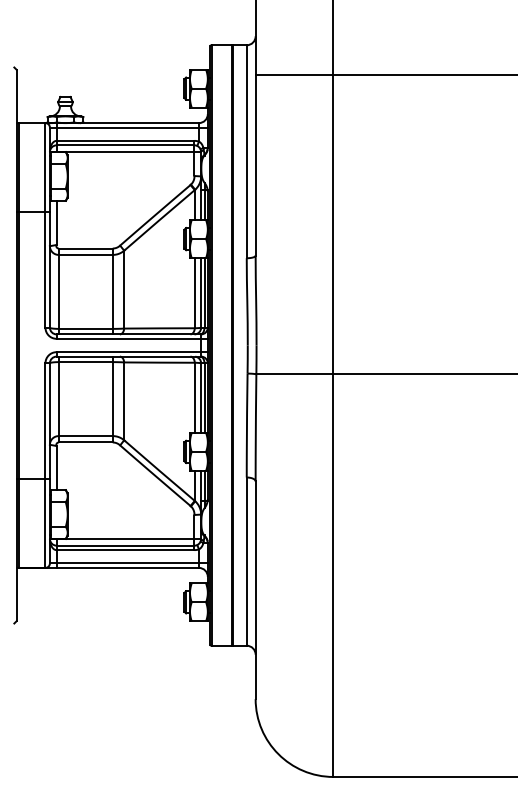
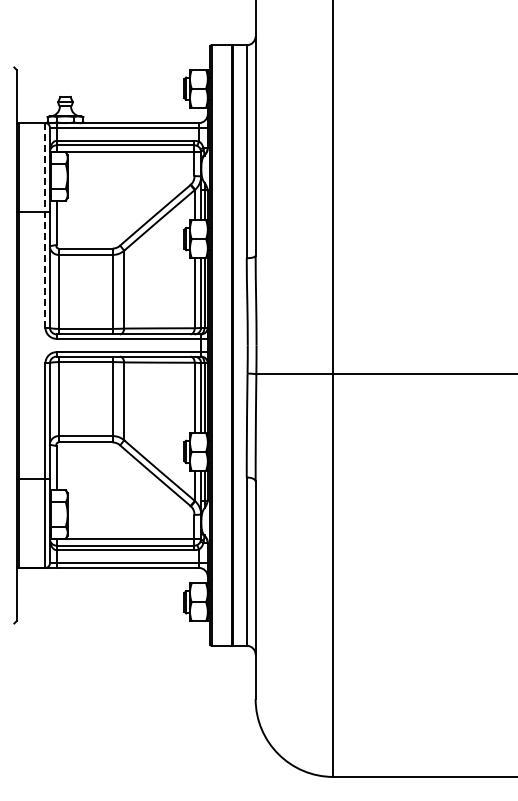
line at (384, 74): present -> none
line at (45, 225): solid -> dashed
